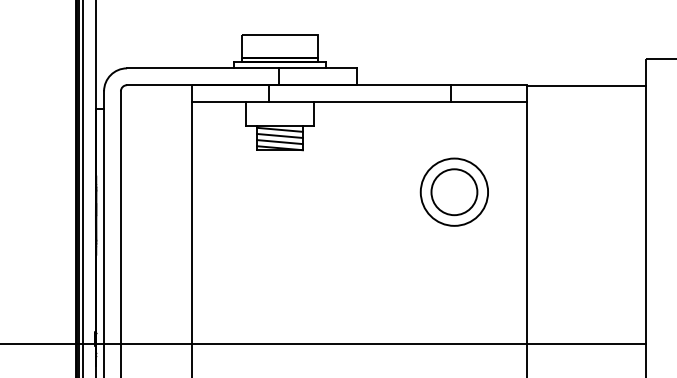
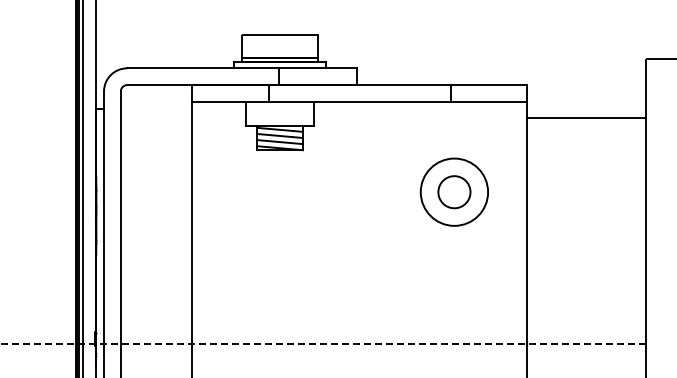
line at (586, 85) position: (586, 85) -> (586, 117)
circle at (454, 192) diameter: 46 px -> 32 px
line at (322, 343): solid -> dashed
